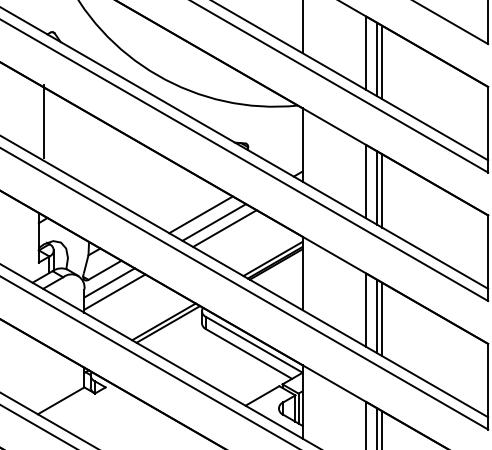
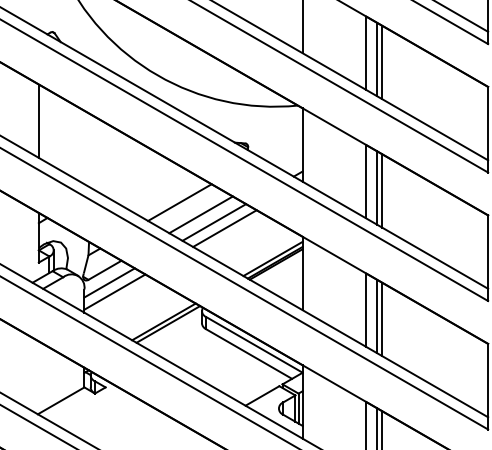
line at (462, 16): none -> present
line at (43, 120) position: (43, 120) -> (38, 120)
line at (179, 202): none -> present
